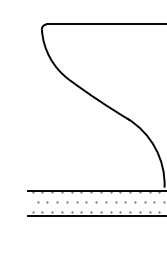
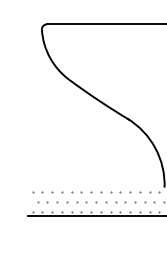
line at (95, 191): present -> none
